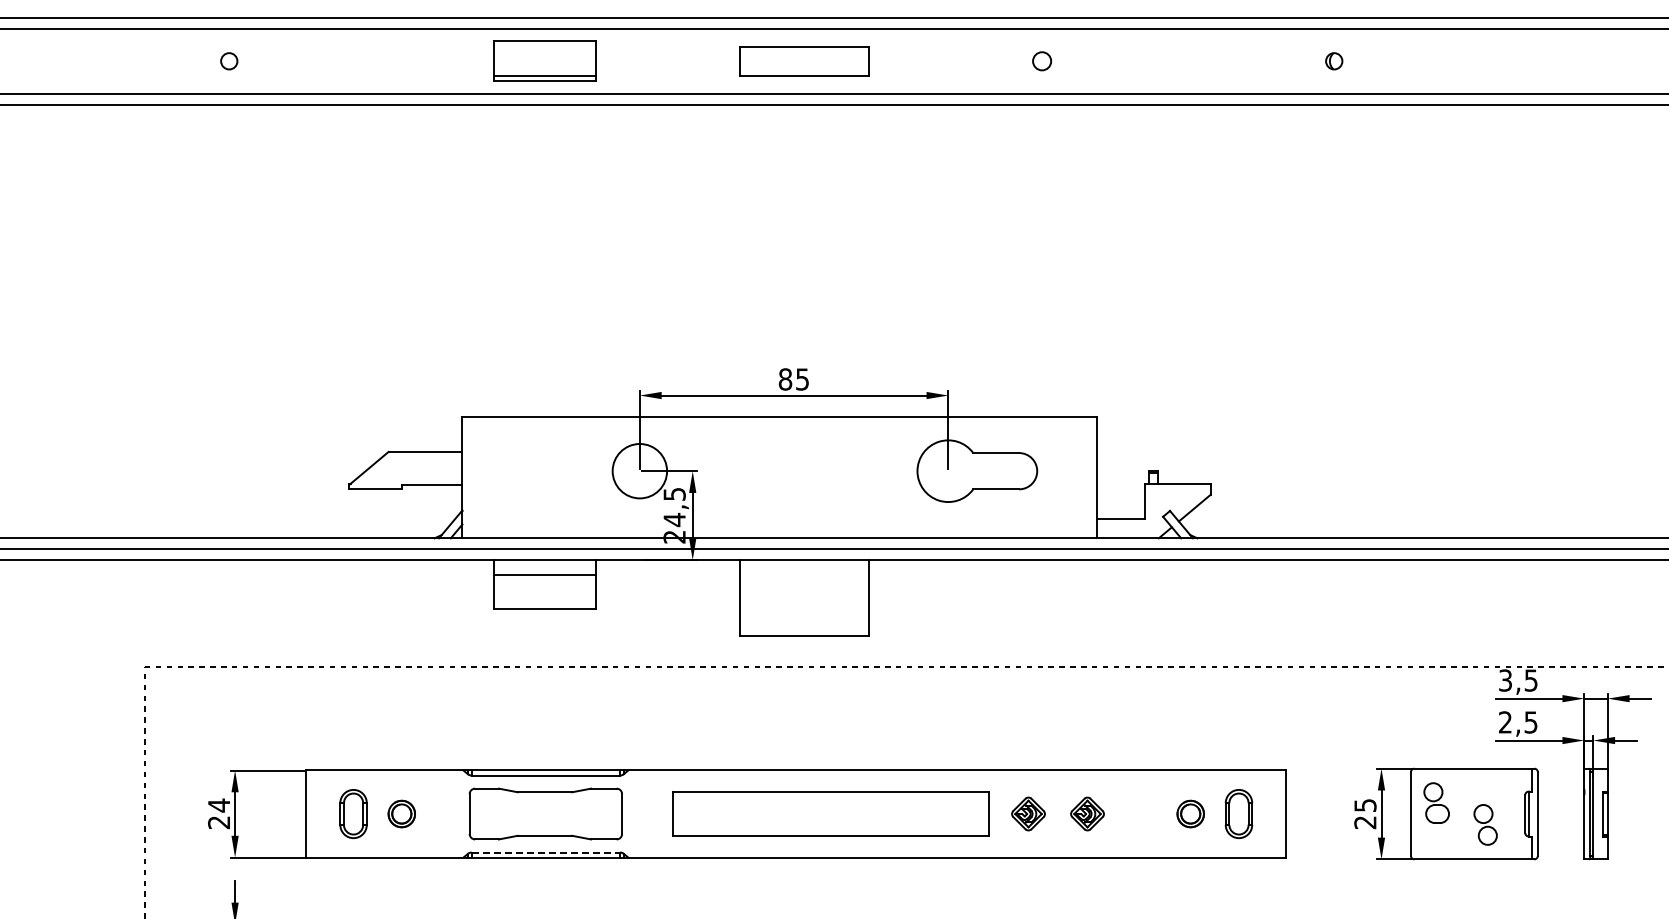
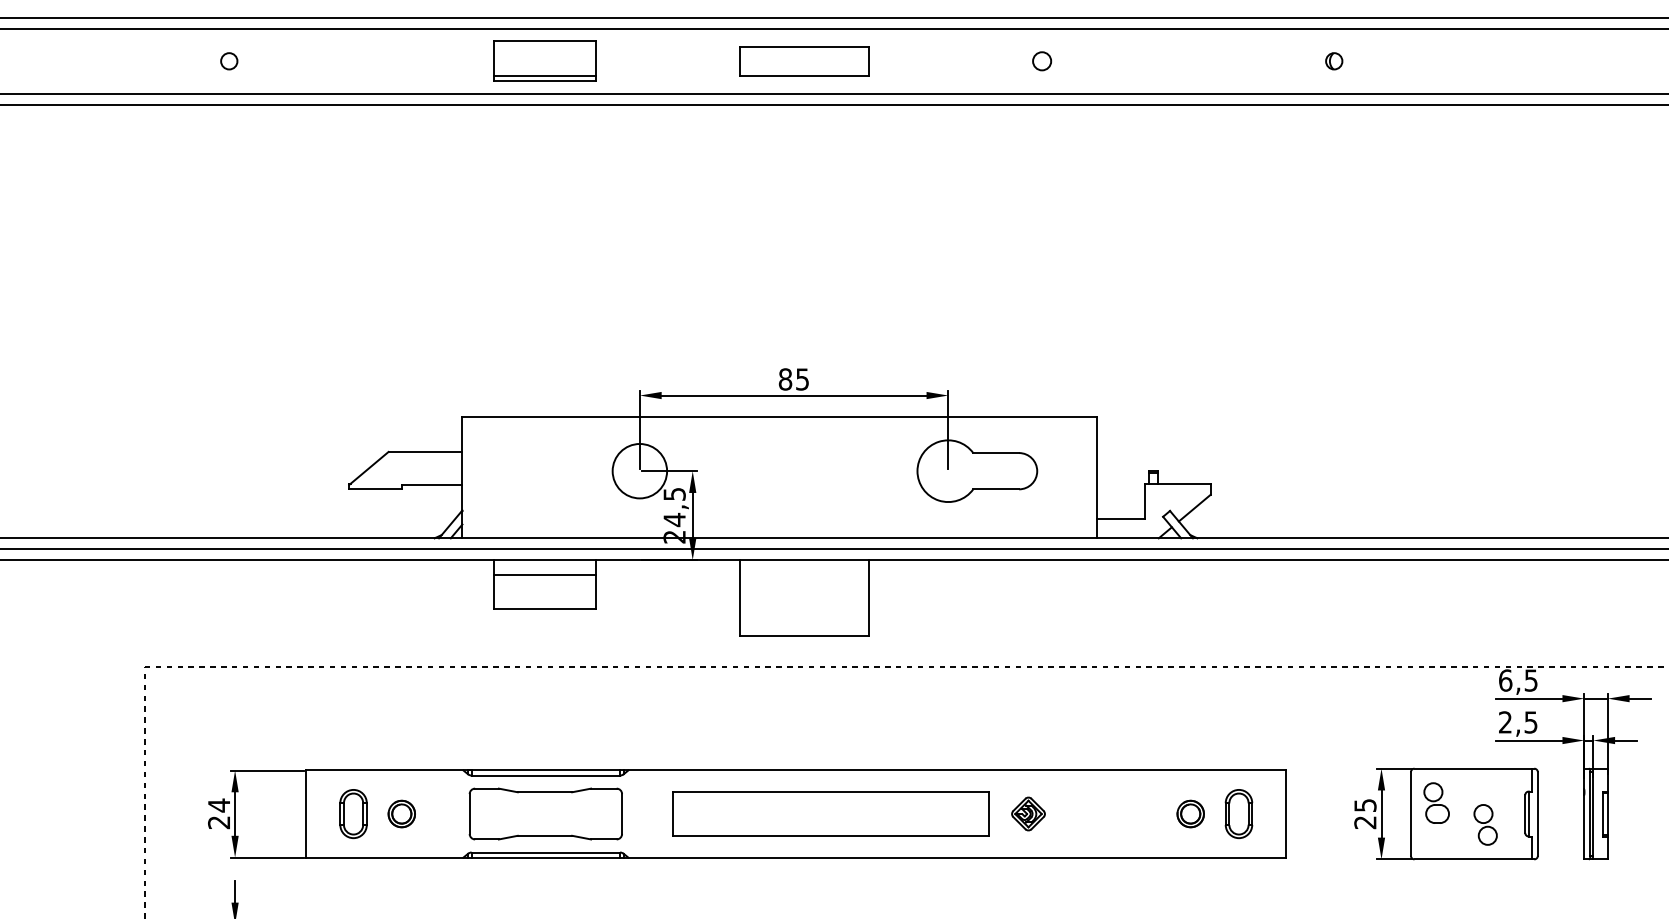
text at (1505, 680): 3,5 -> 6,5
part at (1087, 813): present -> none
line at (546, 852): dashed -> solid
